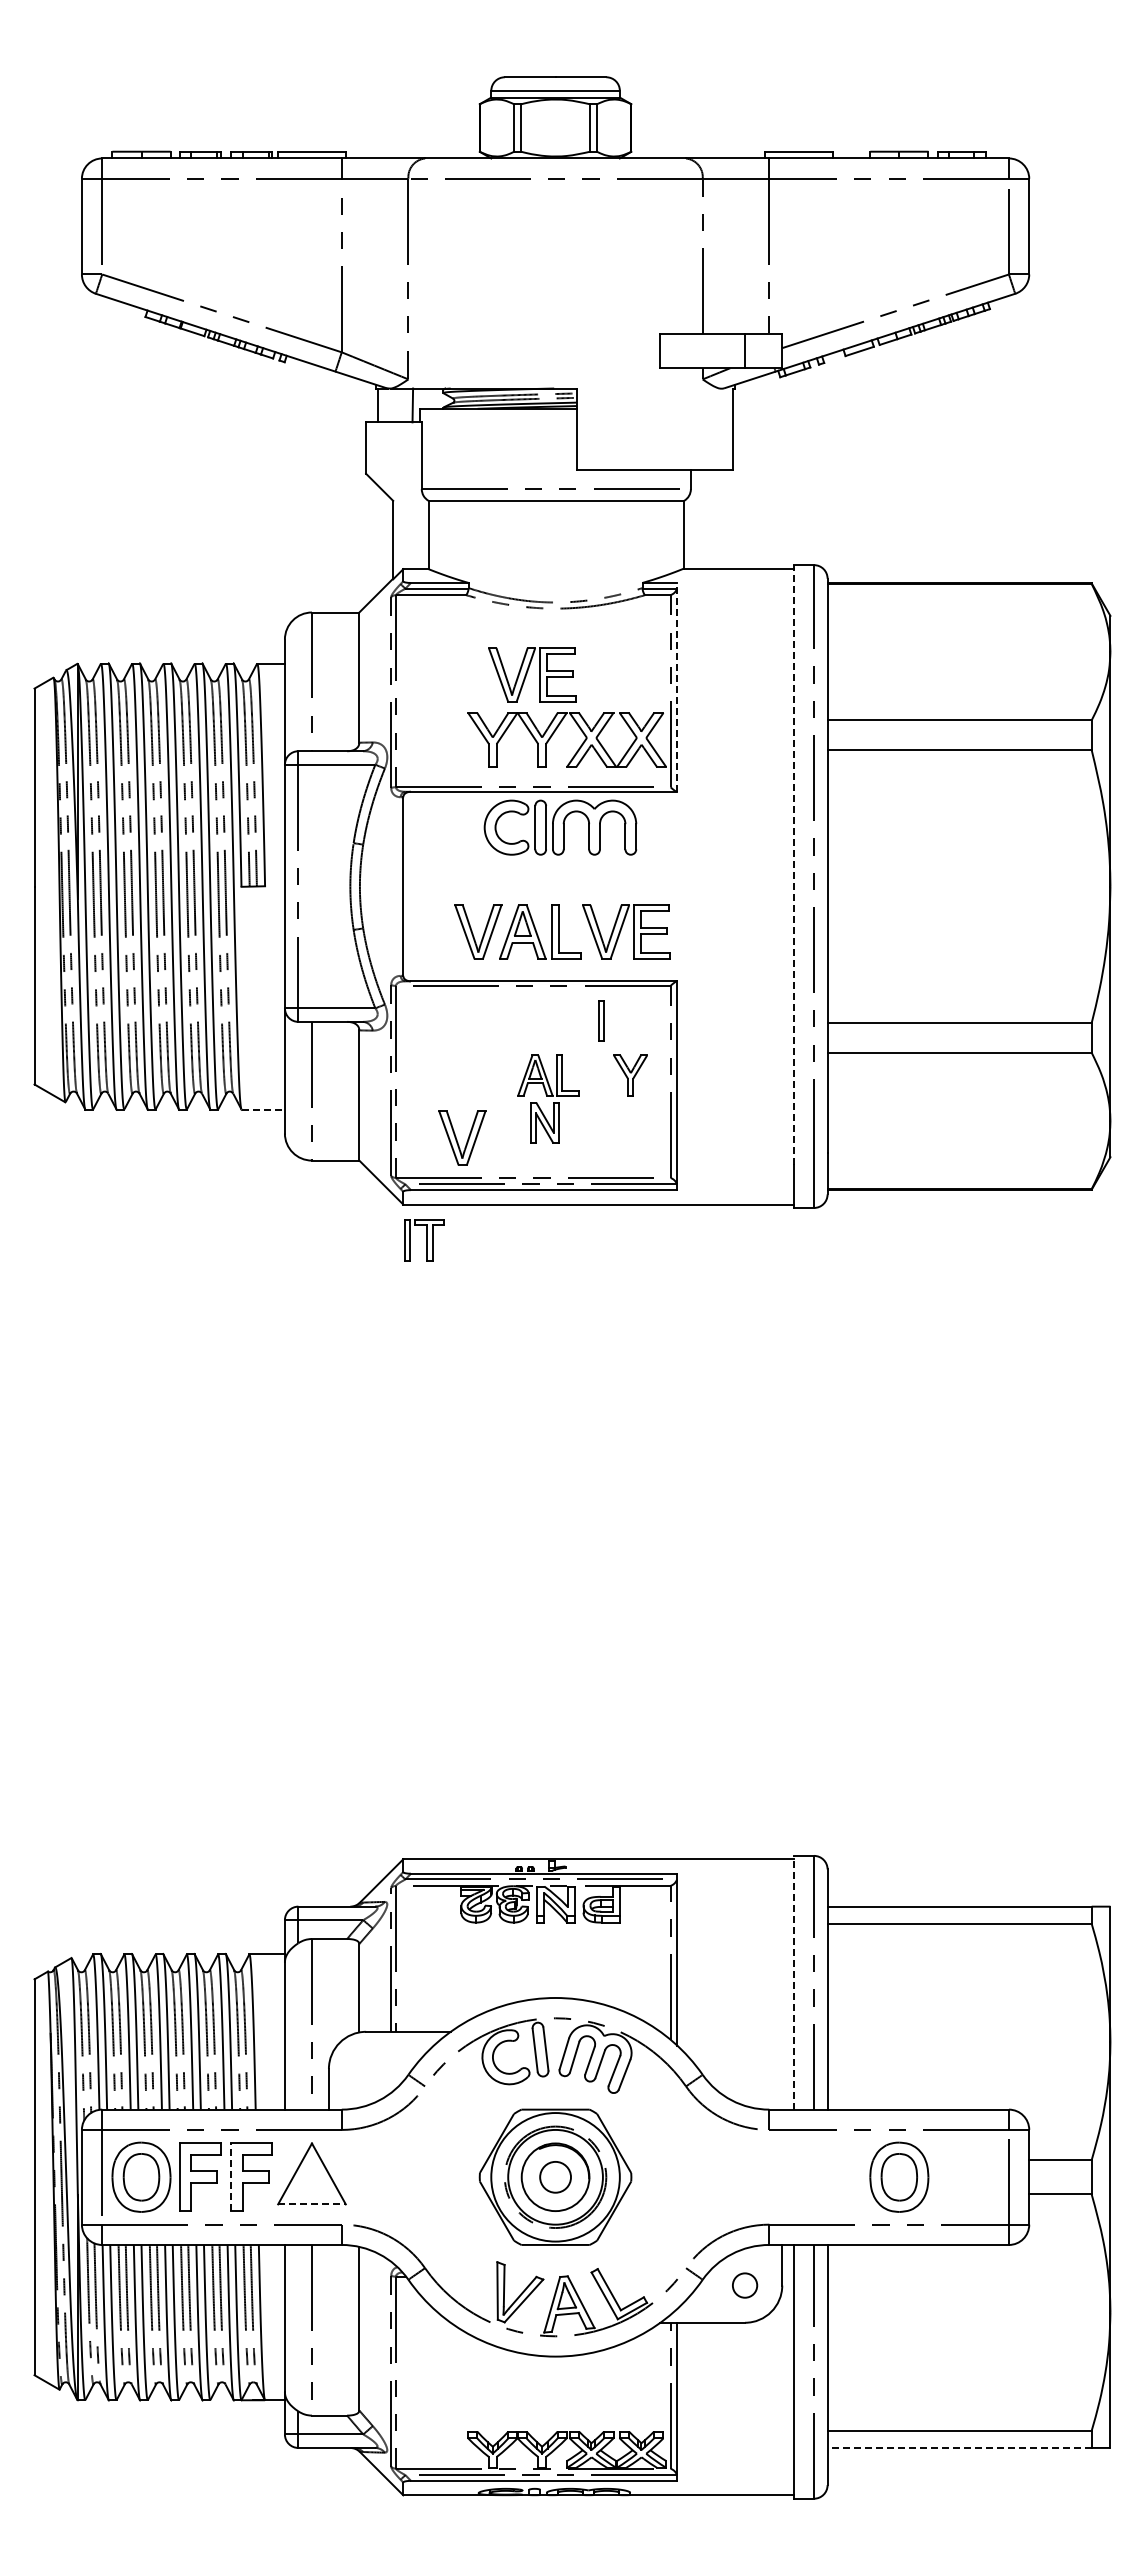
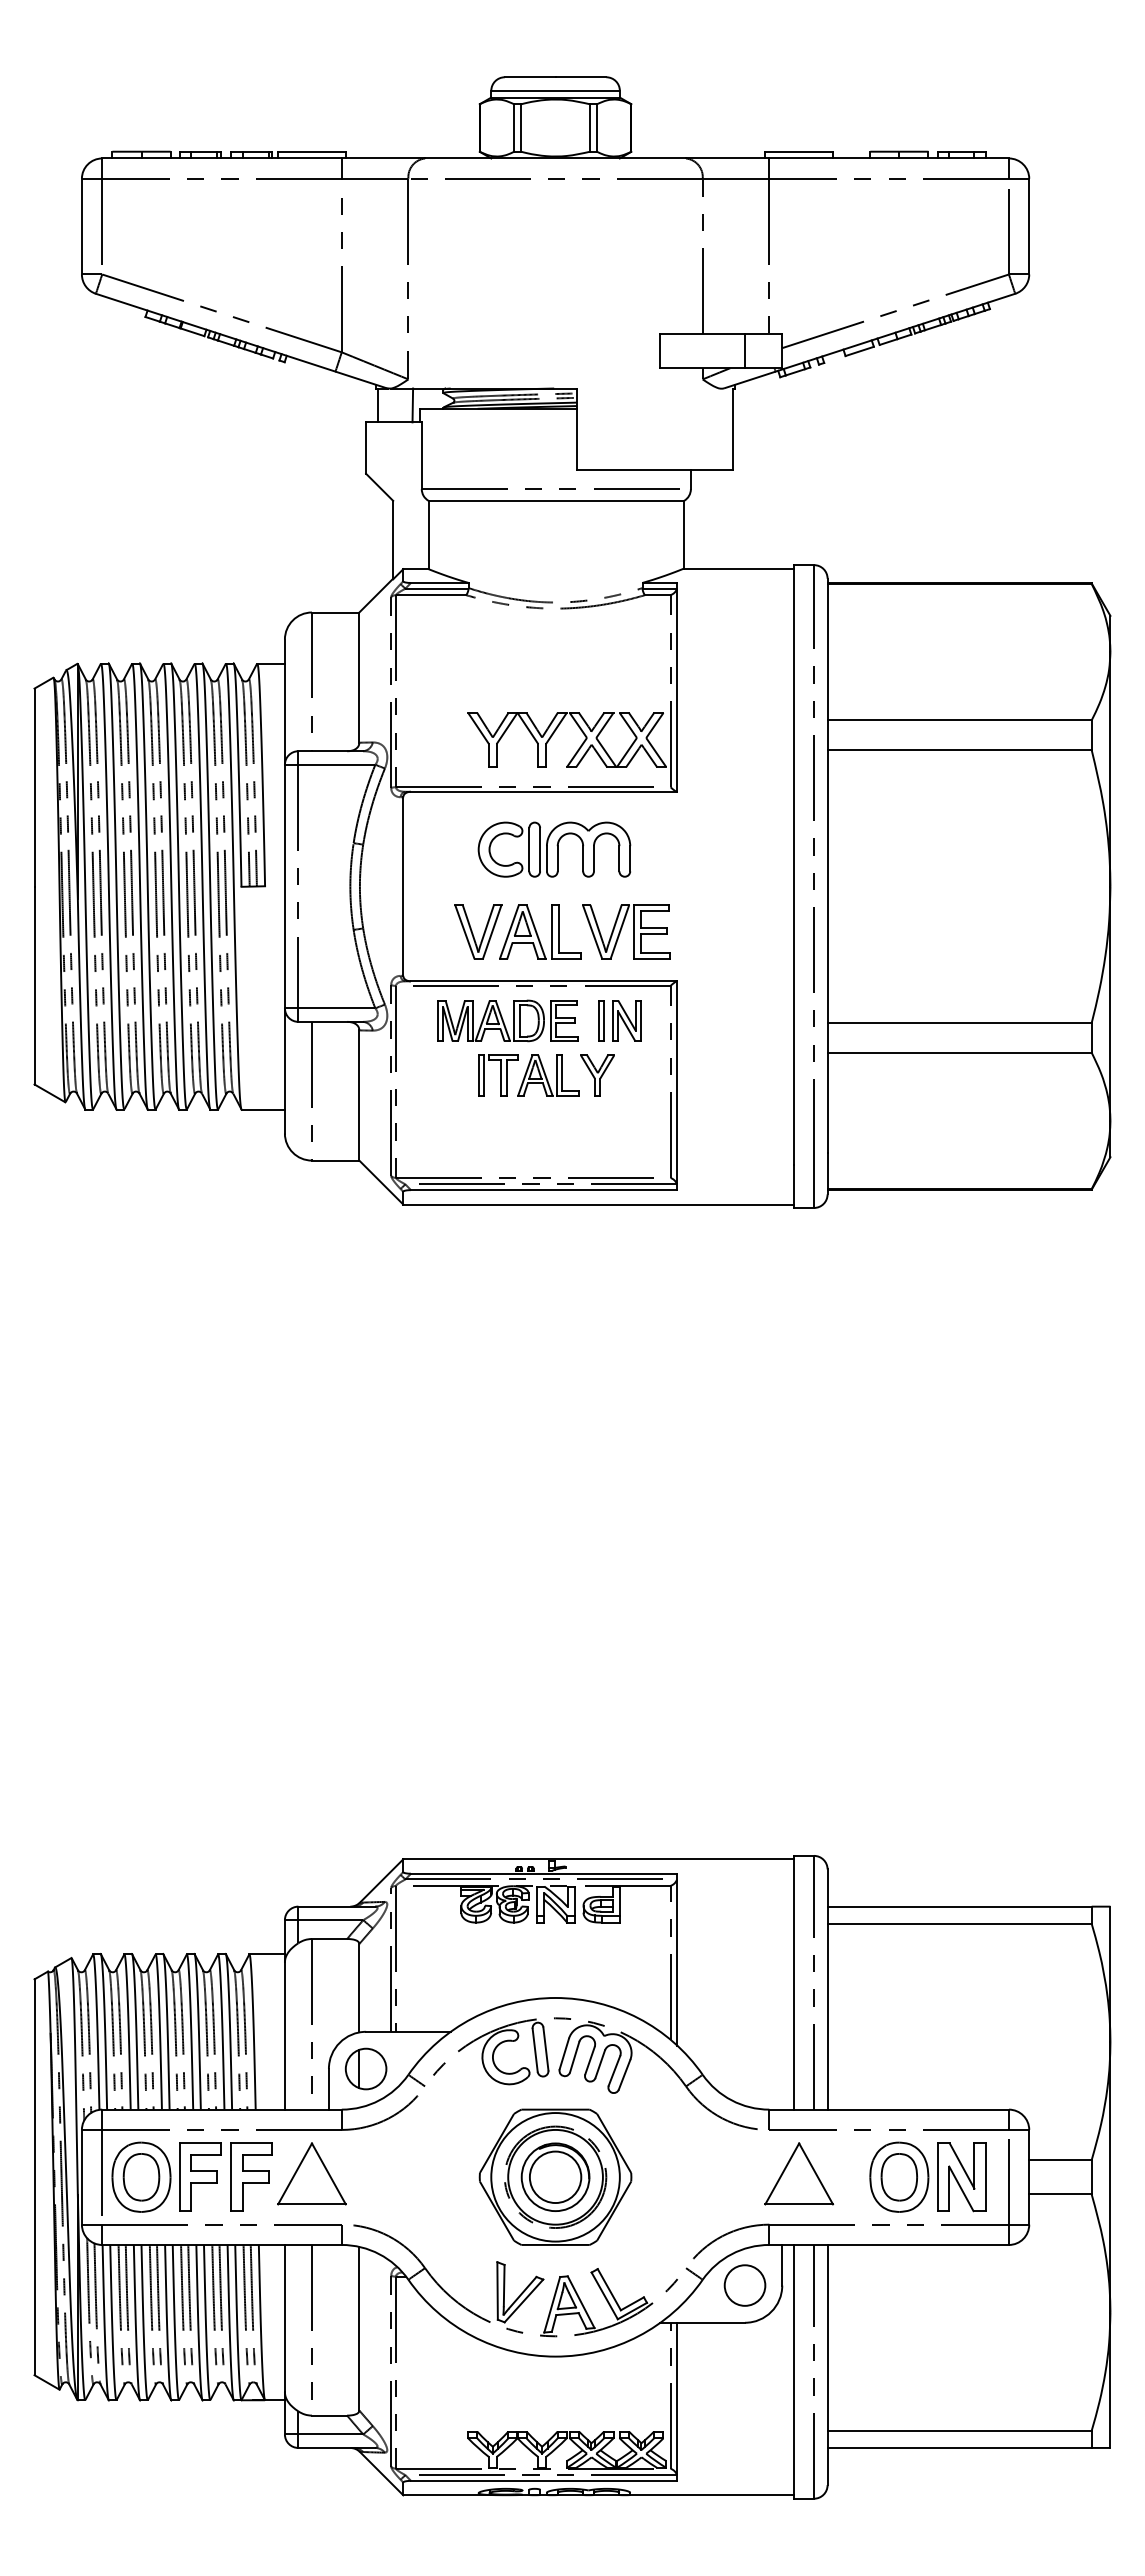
part at (532, 674): present -> none
line at (677, 686): dashed -> solid
part at (560, 827) position: (560, 827) -> (554, 849)
line at (793, 865): dashed -> solid
part at (507, 1020): none -> present
part at (630, 1075) position: (630, 1075) -> (597, 1075)
line at (263, 1109): dashed -> solid
part at (544, 1122) position: (544, 1122) -> (626, 1020)
part at (462, 1137): present -> none
part at (424, 1240) position: (424, 1240) -> (498, 1075)
line at (793, 1982): dashed -> solid
part at (365, 2068): none -> present
part at (799, 2173): none -> present
circle at (555, 2176) diameter: 31 px -> 51 px
line at (231, 2177): dashed -> solid
part at (961, 2177): none -> present
line at (311, 2204): dashed -> solid
circle at (744, 2285) diameter: 24 px -> 41 px
line at (959, 2447): dashed -> solid
